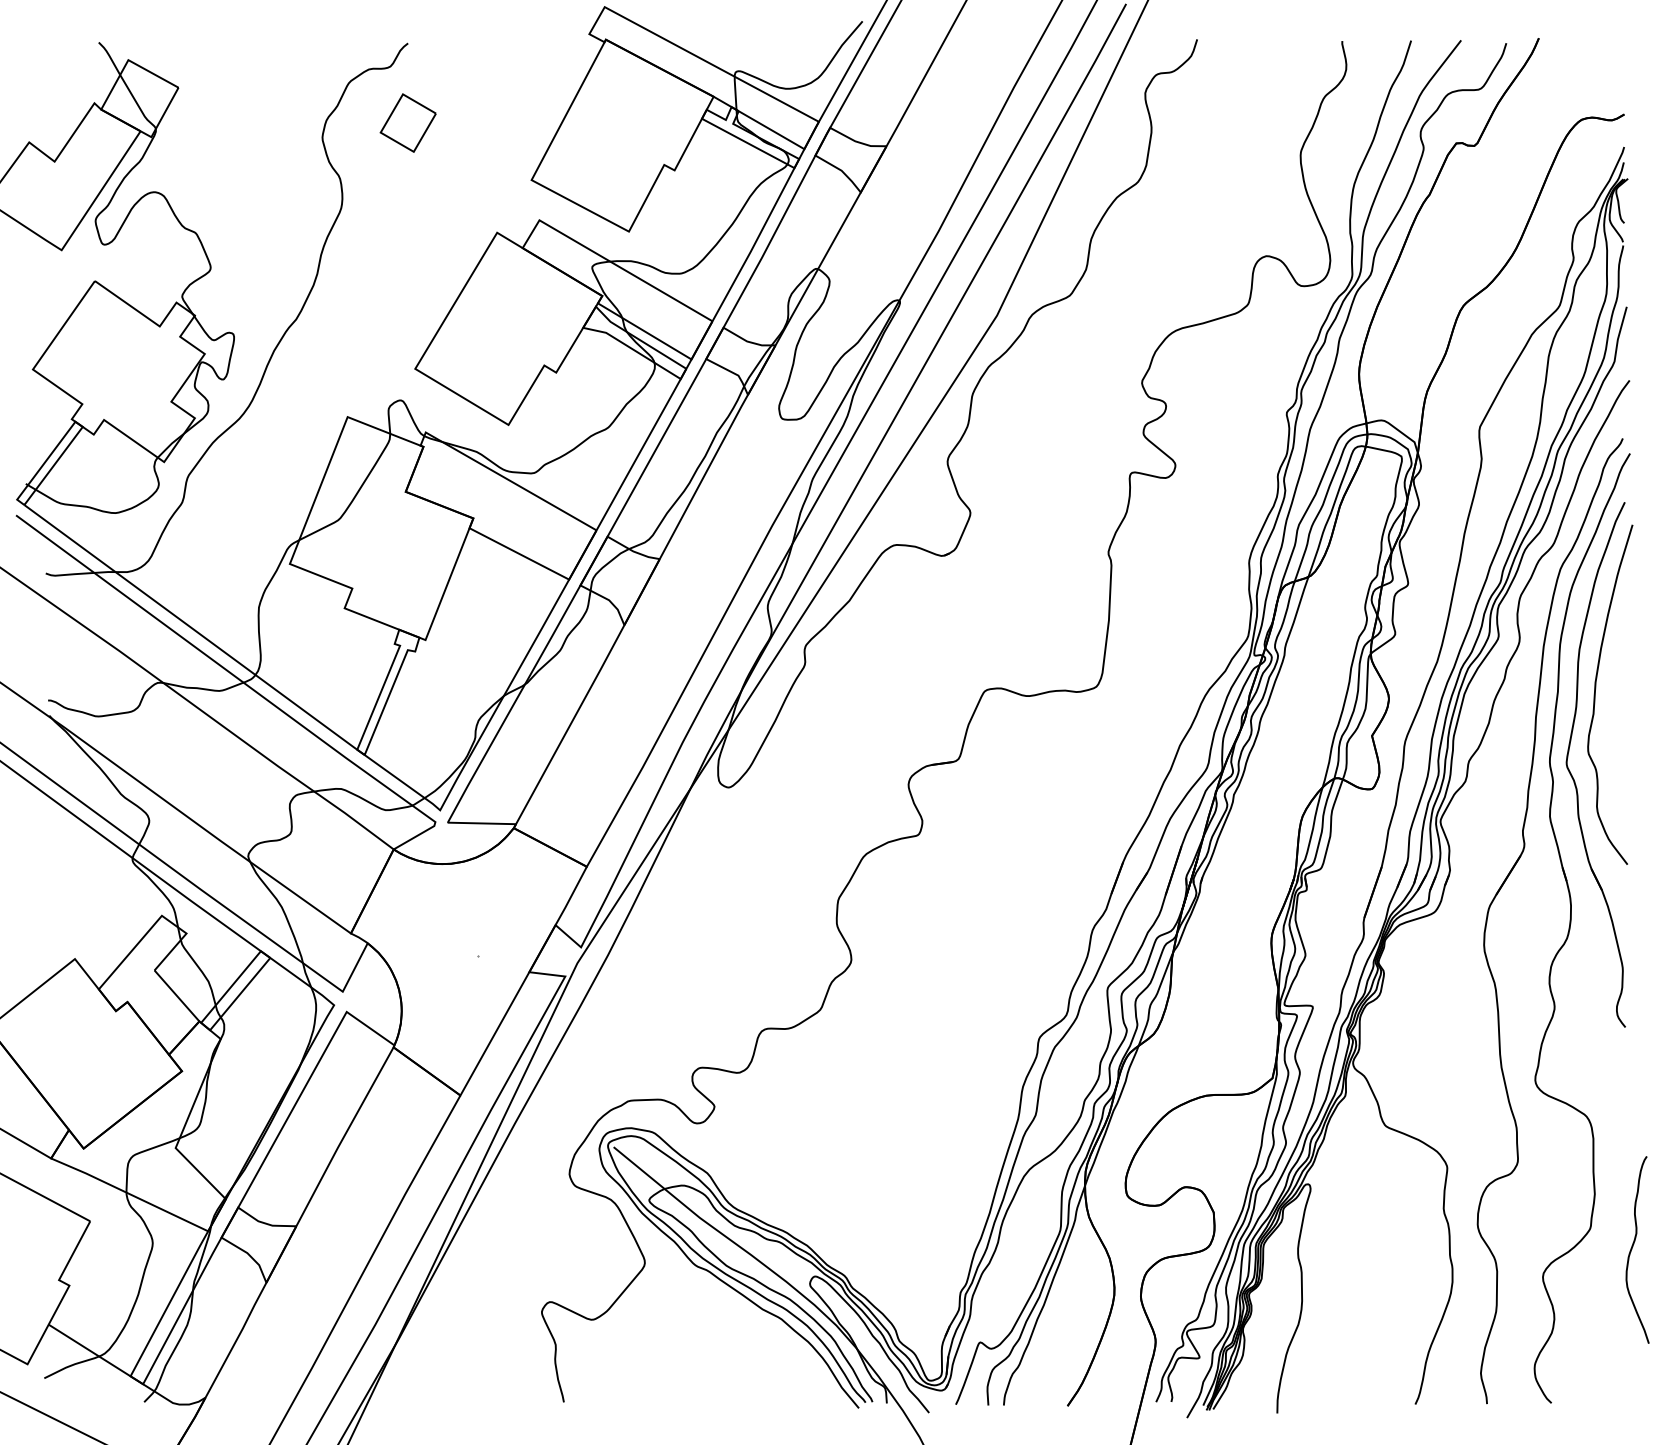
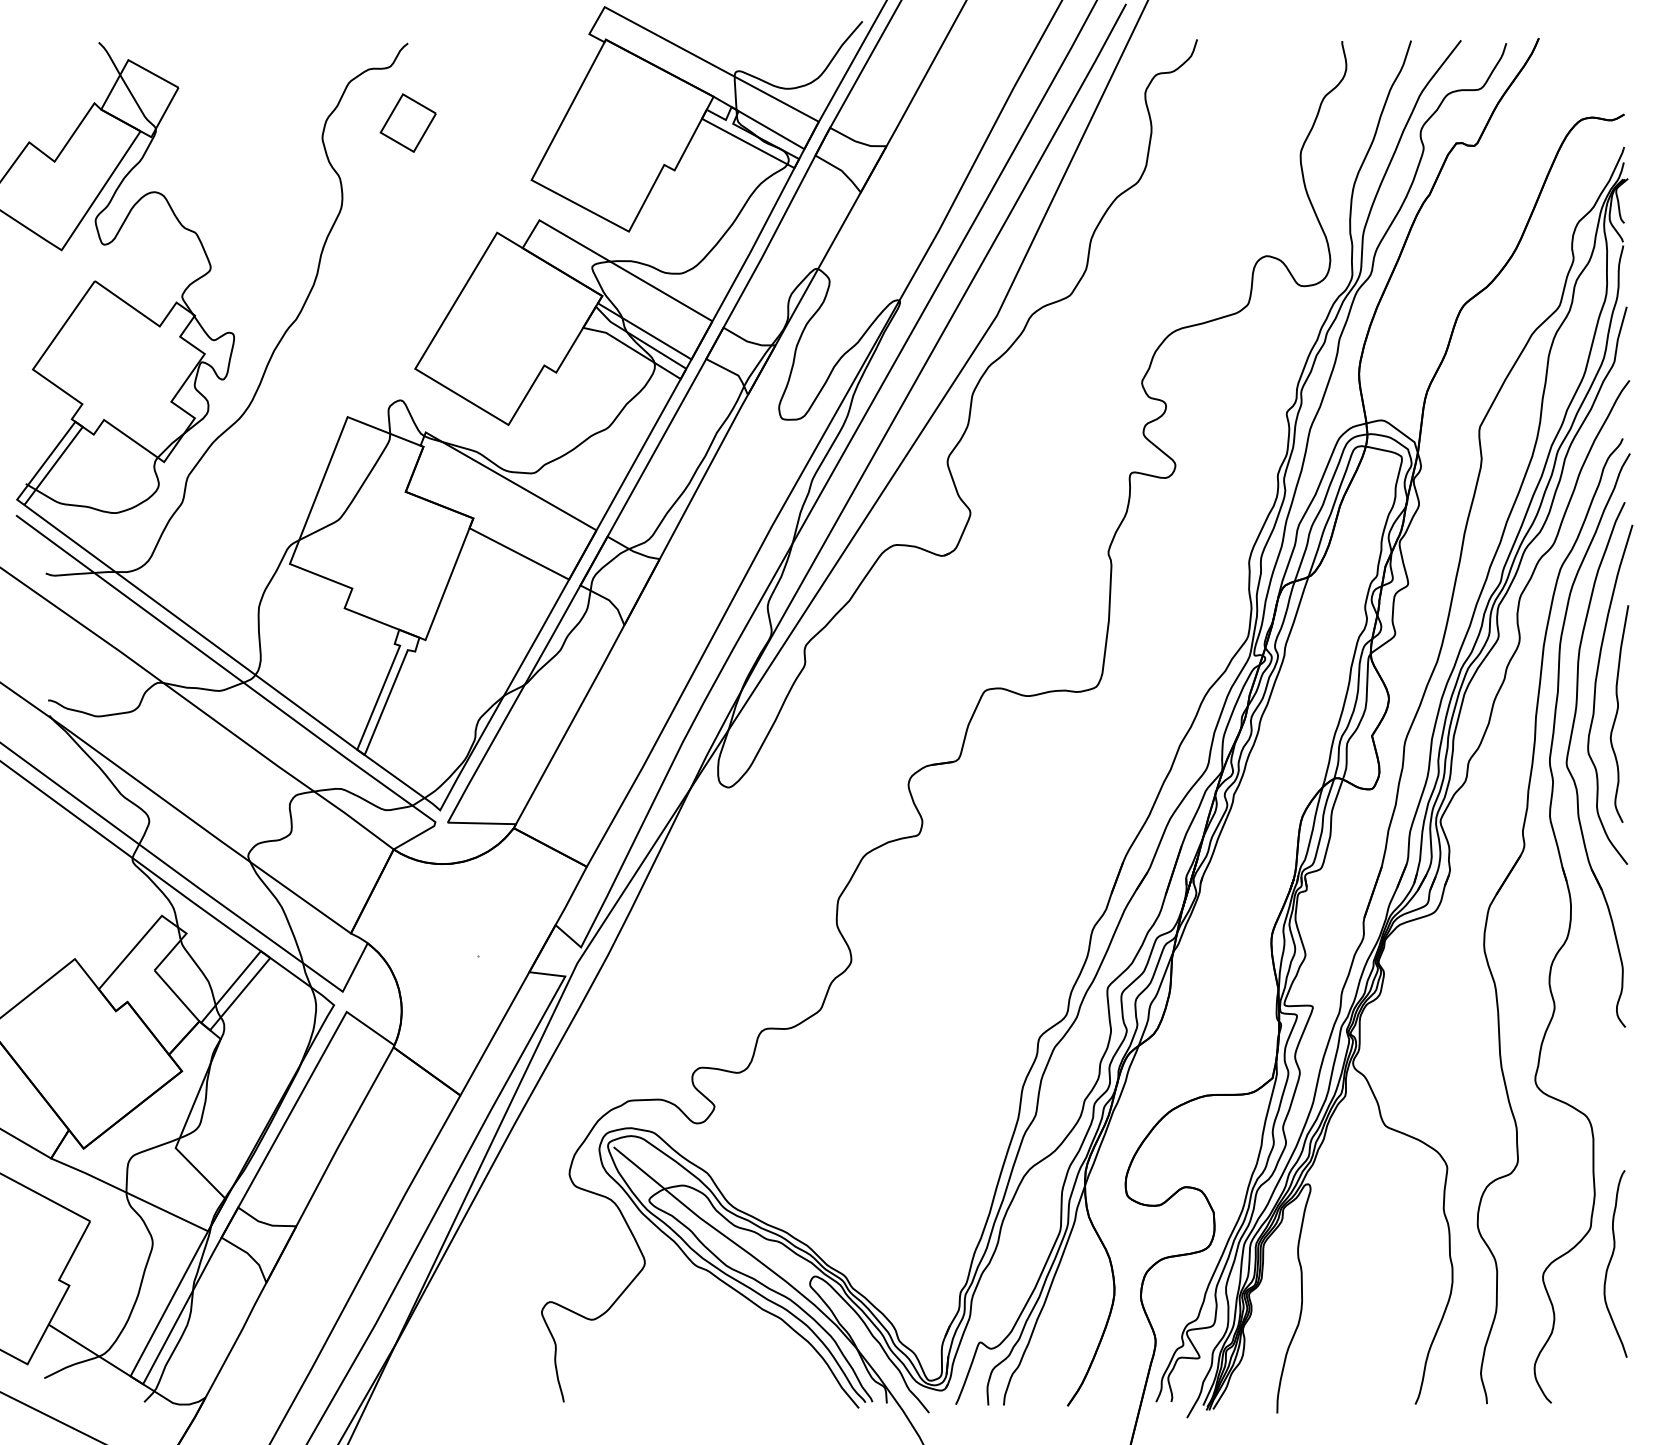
curve at (1617, 713): none -> present
curve at (1633, 1246) position: (1633, 1246) -> (1611, 1260)
